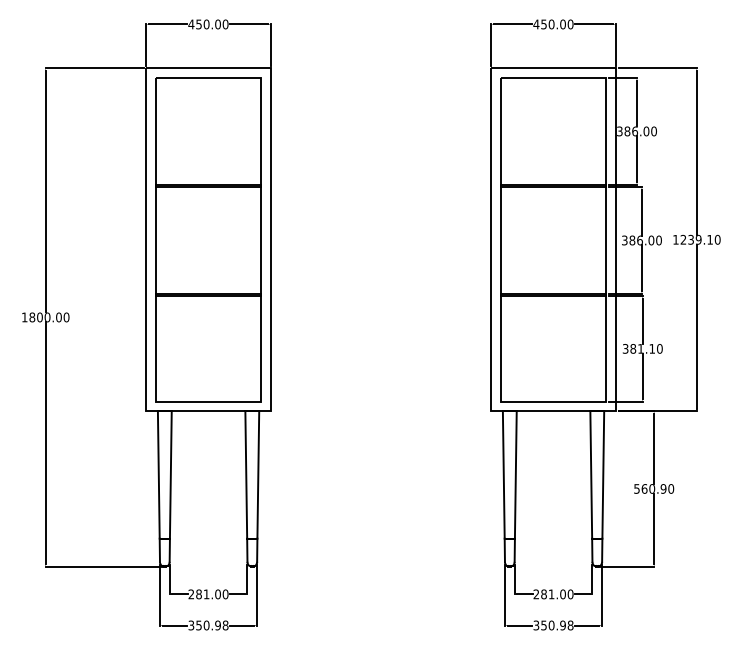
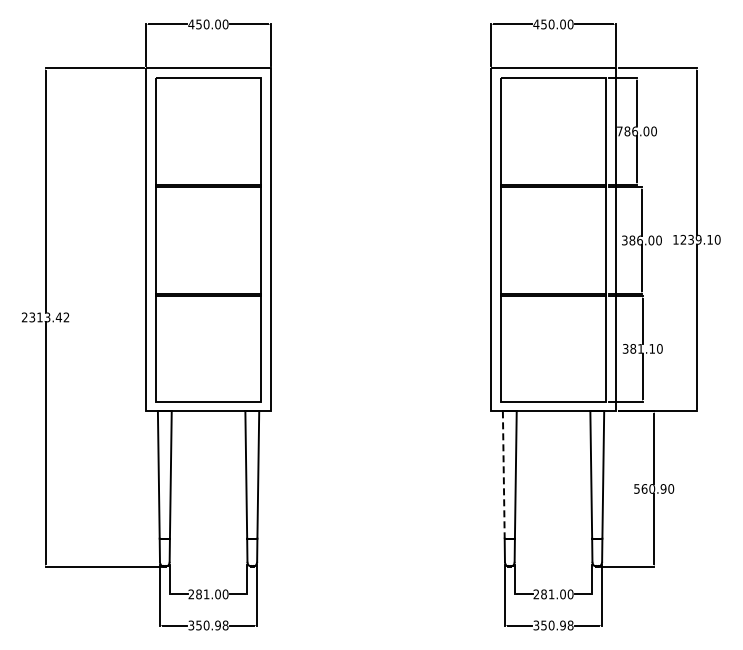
text at (619, 131): 386.00 -> 786.00
text at (45, 317): 1800.00 -> 2313.42
line at (503, 474): solid -> dashed
